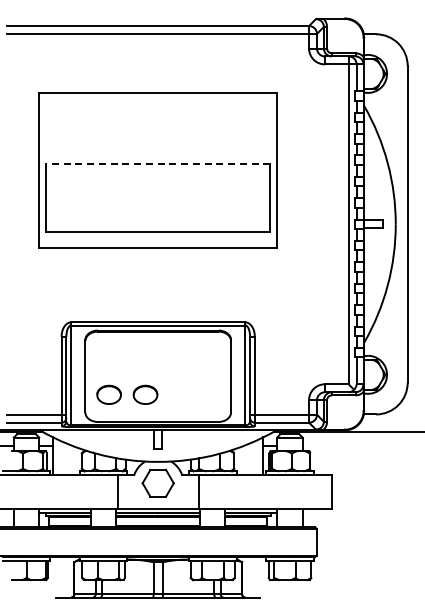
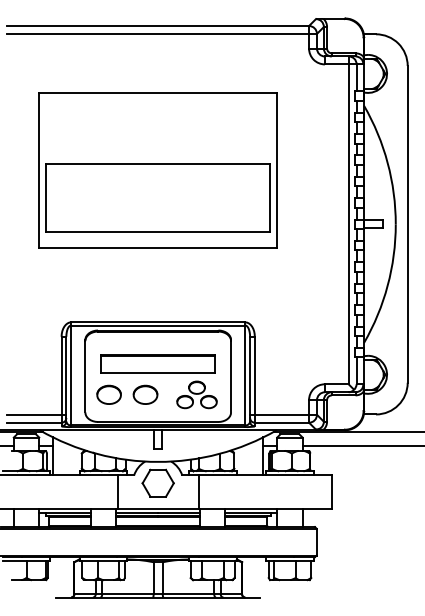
line at (157, 163): dashed -> solid
part at (158, 373): none -> present
line at (361, 446): none -> present
